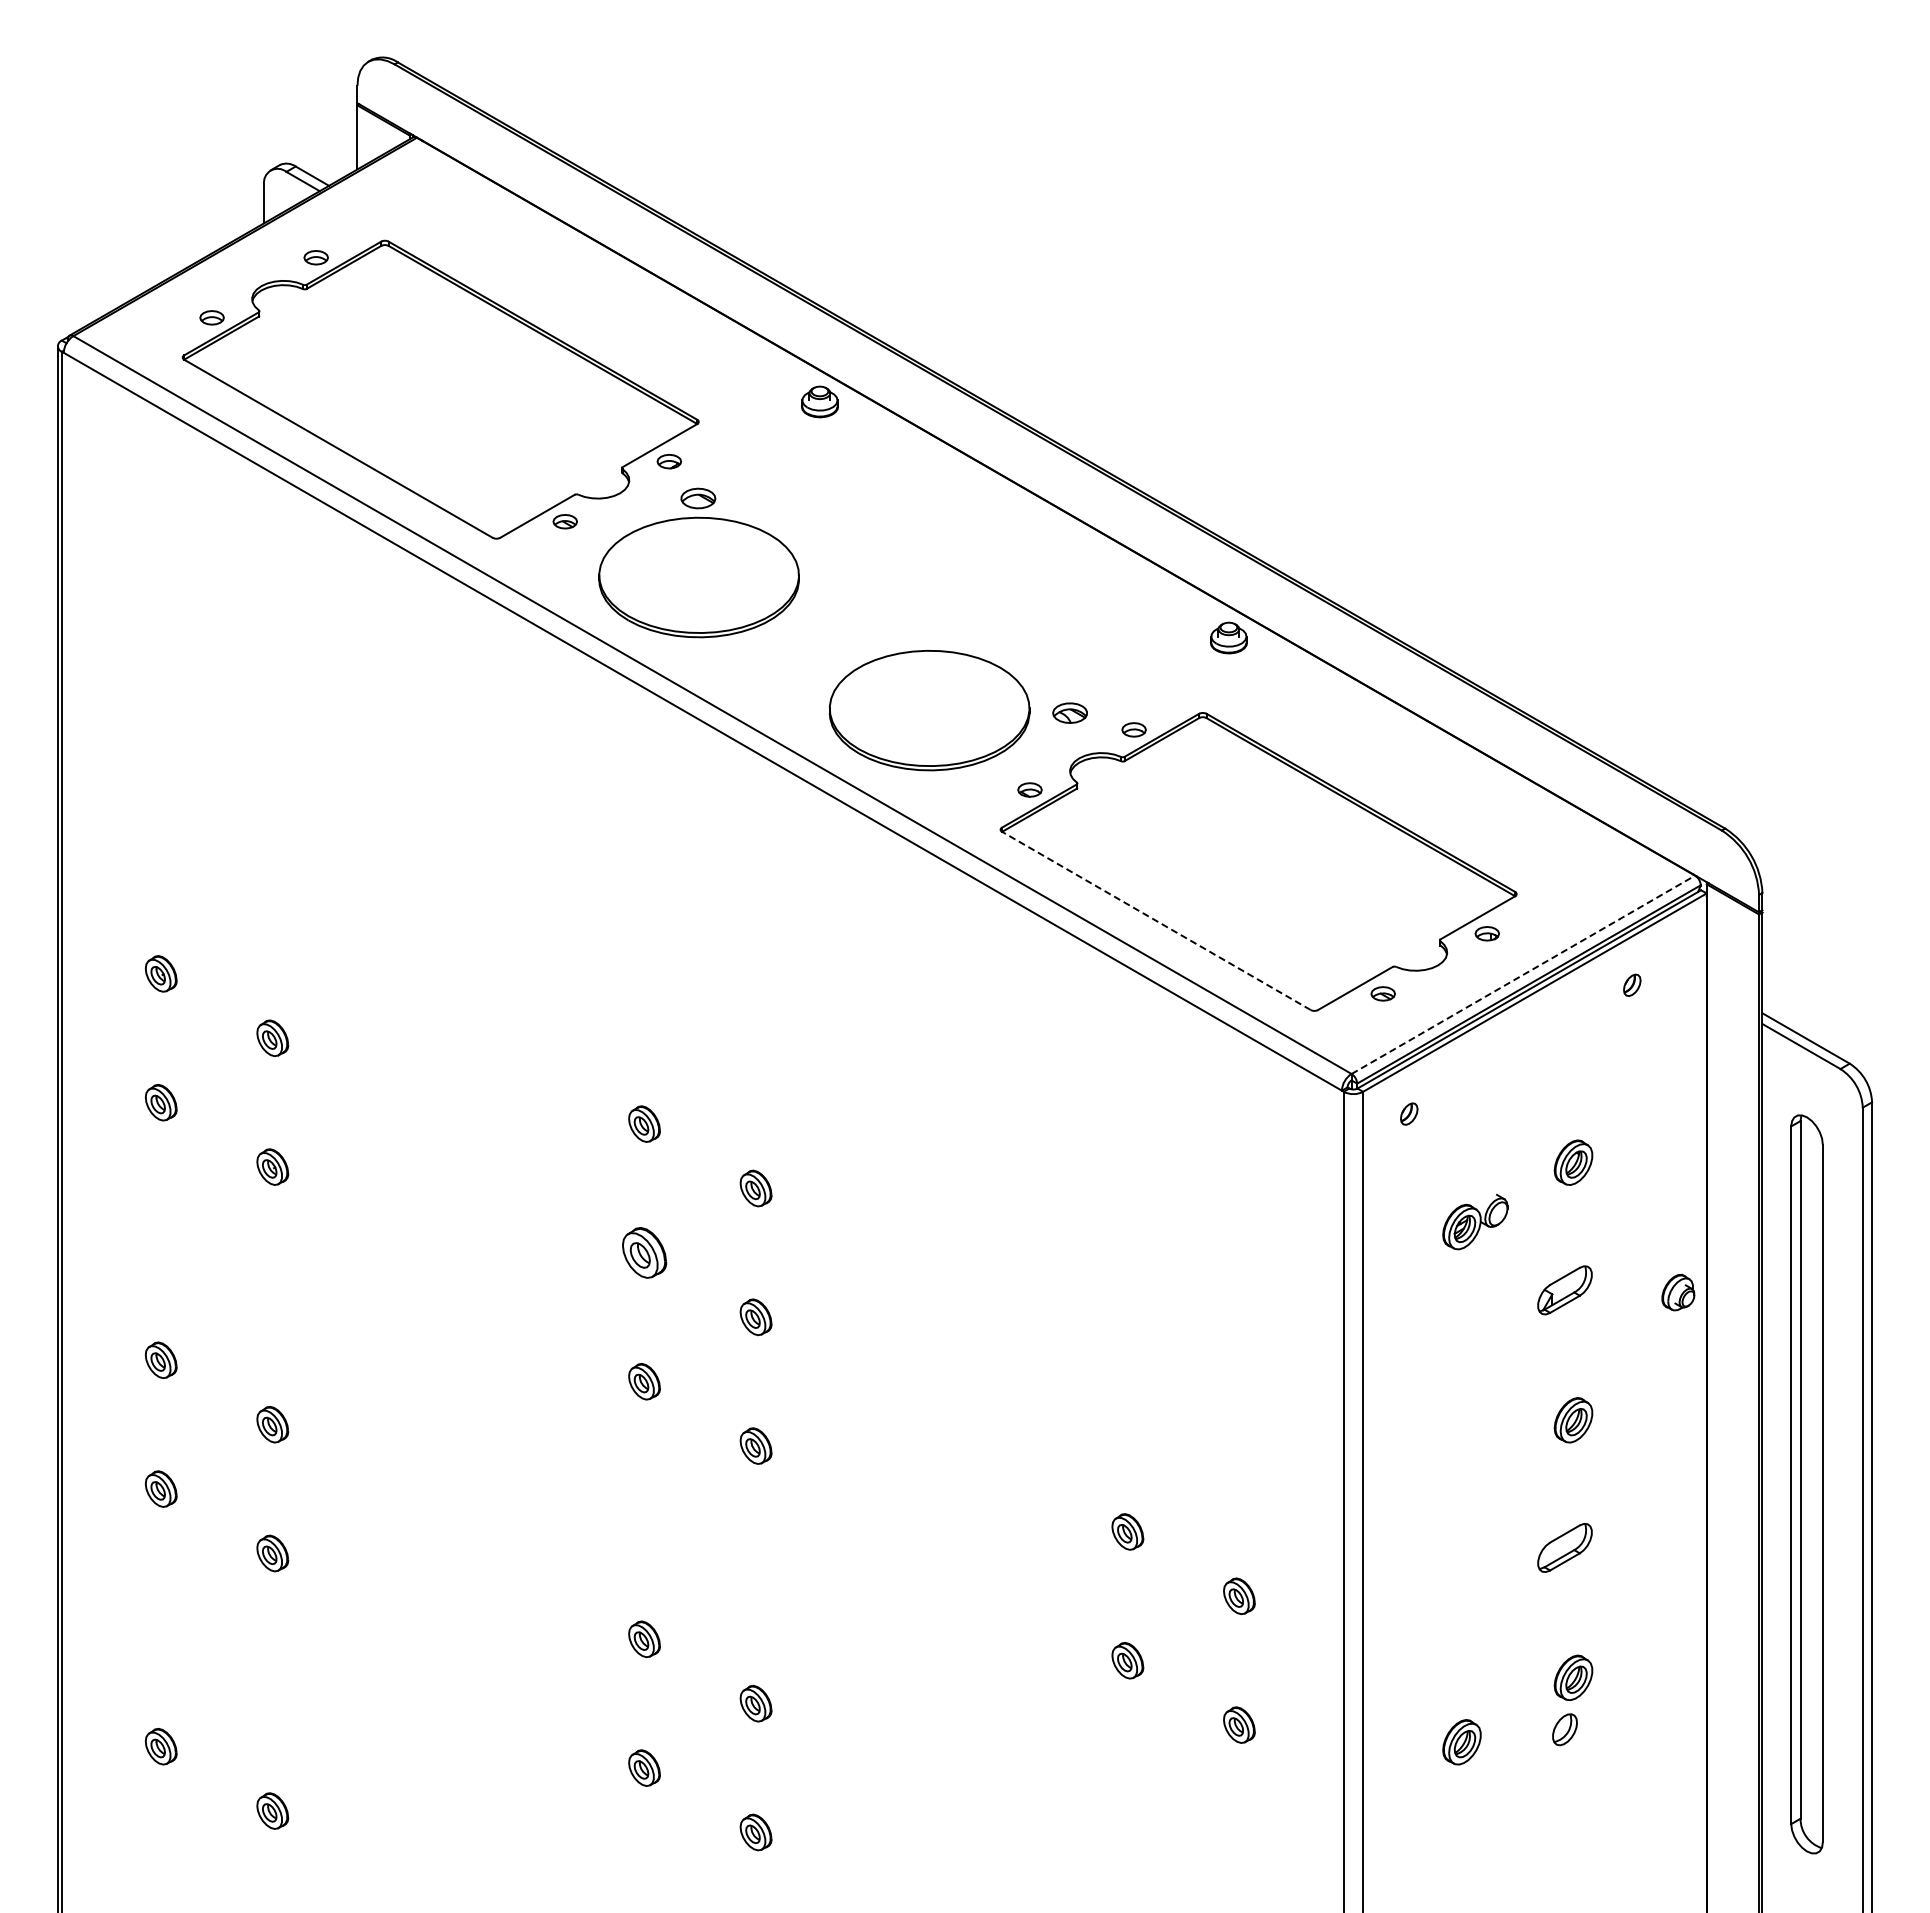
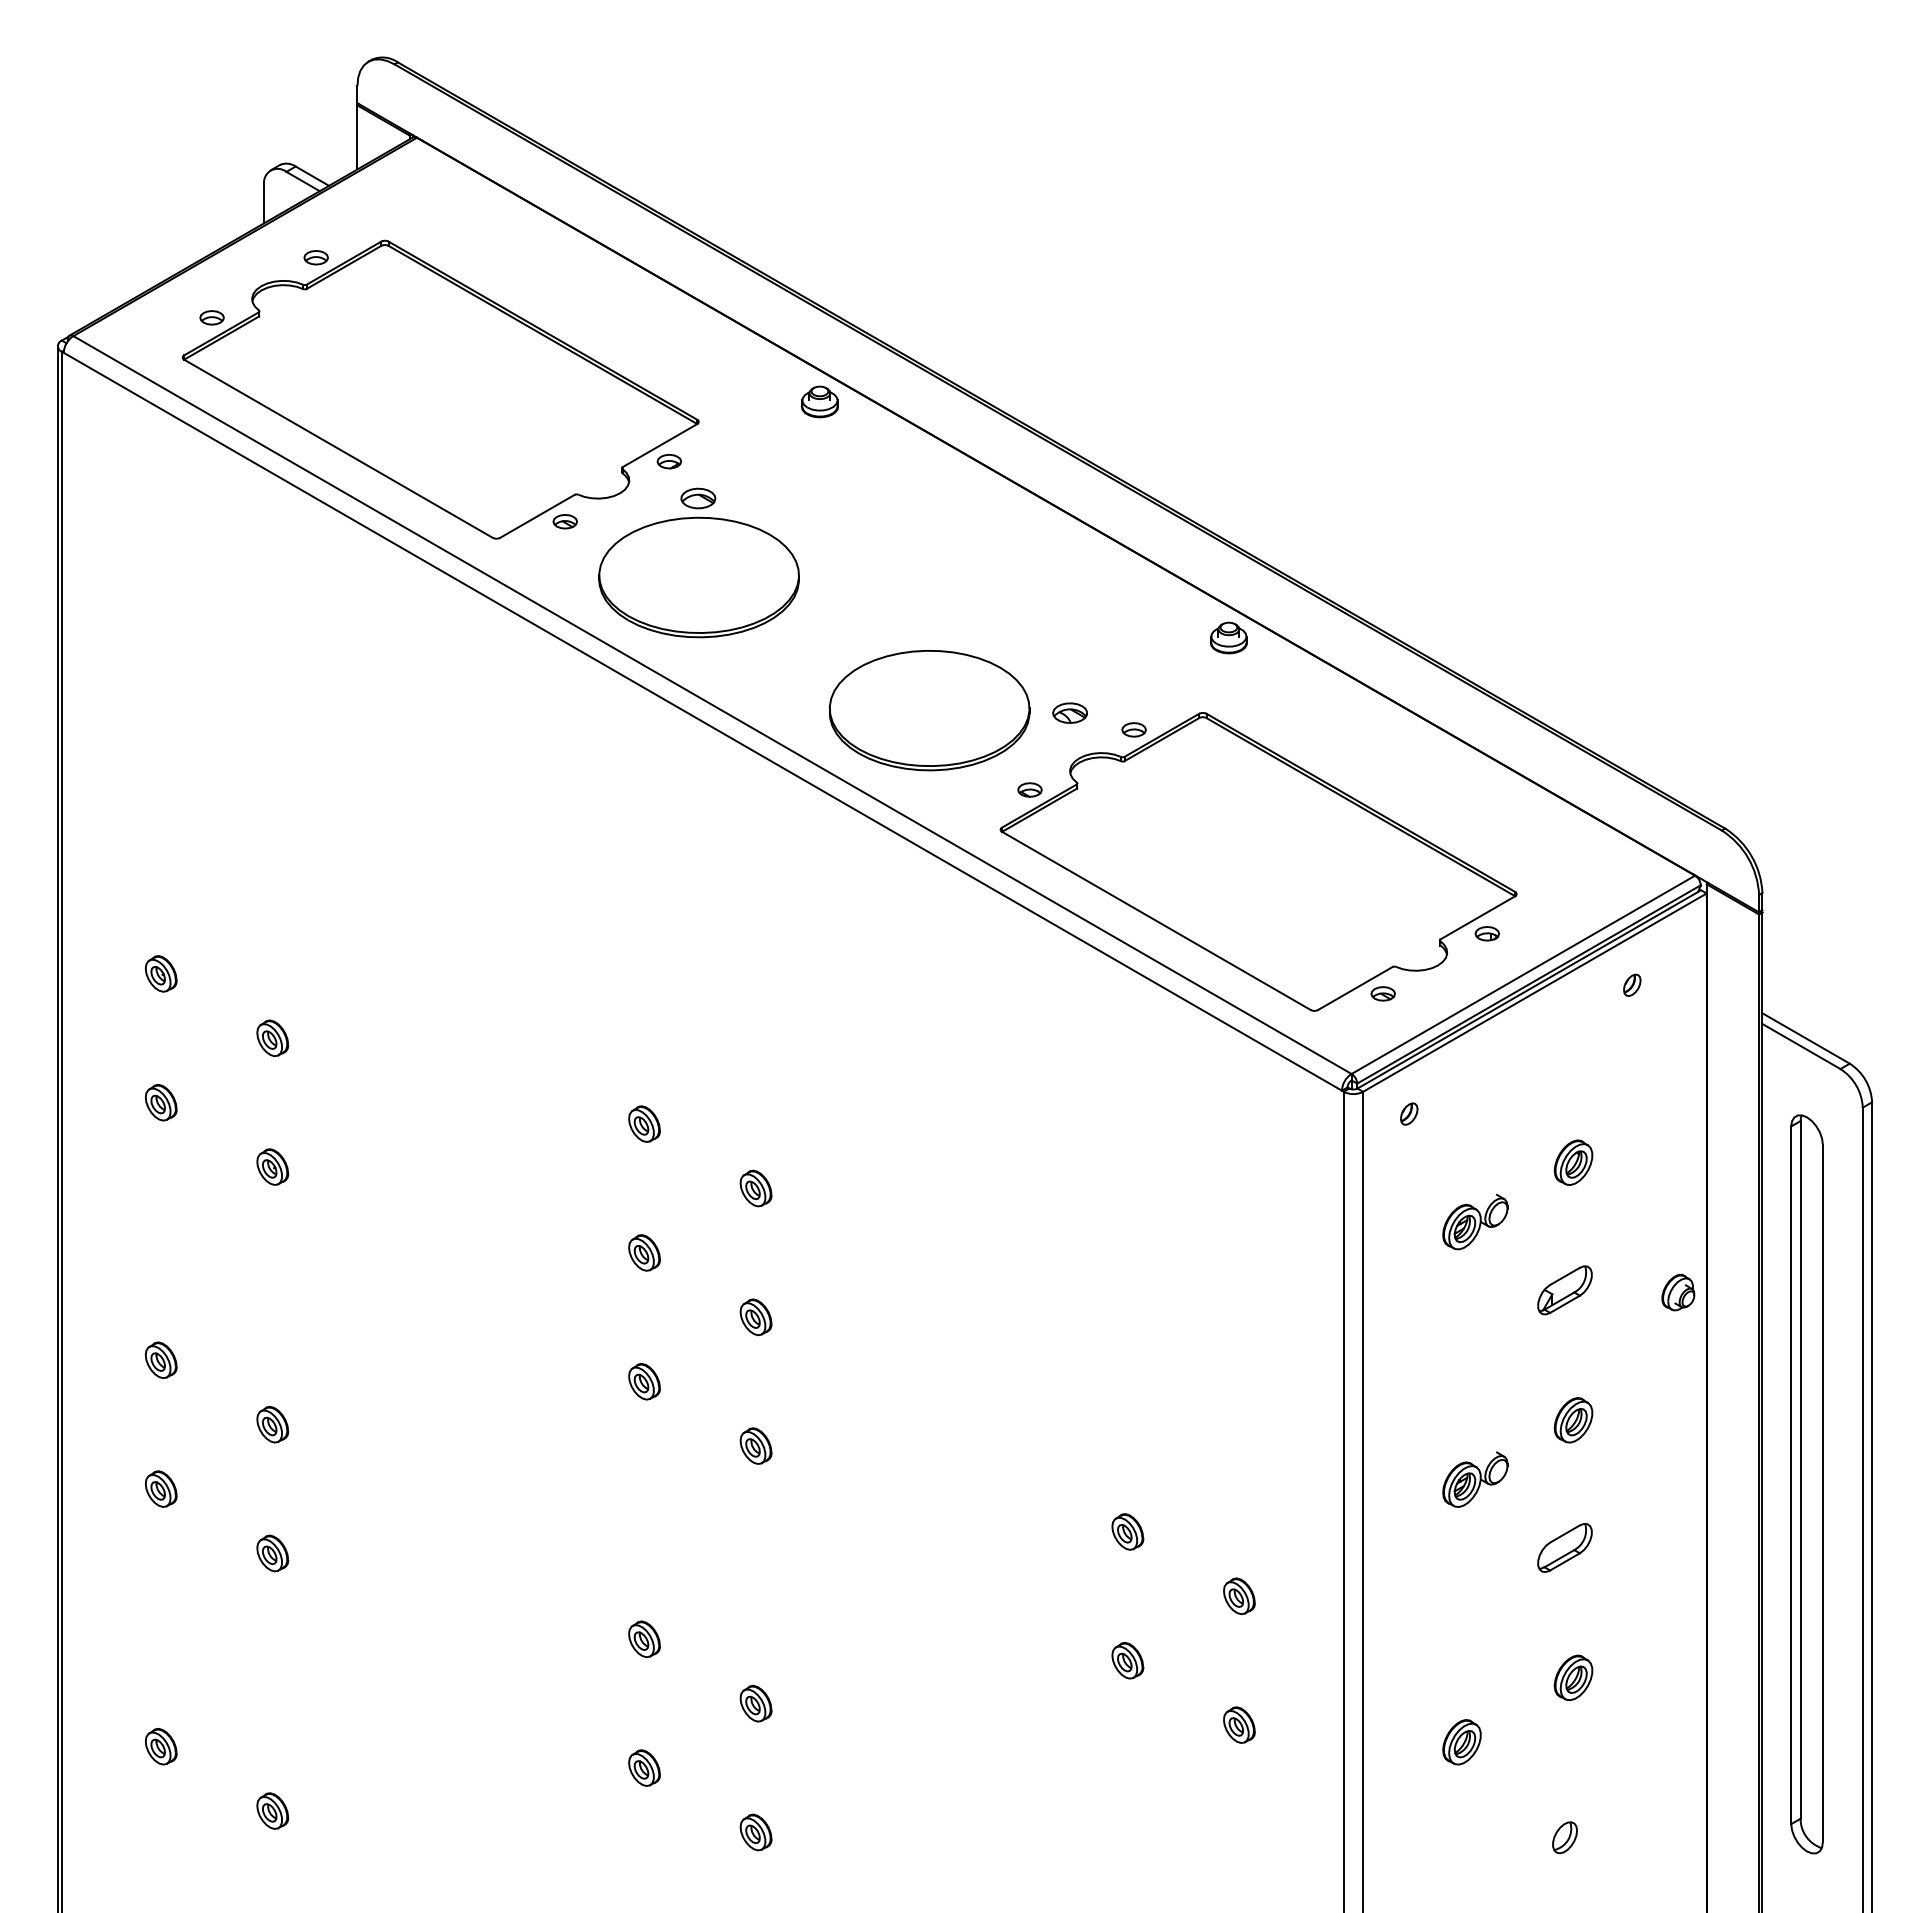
line at (1156, 920): dashed -> solid
line at (1523, 974): dashed -> solid
part at (644, 1252) size: 46x52 px -> 33x38 px
part at (1475, 1479): none -> present
part at (1564, 1729) position: (1564, 1729) -> (1564, 1837)
